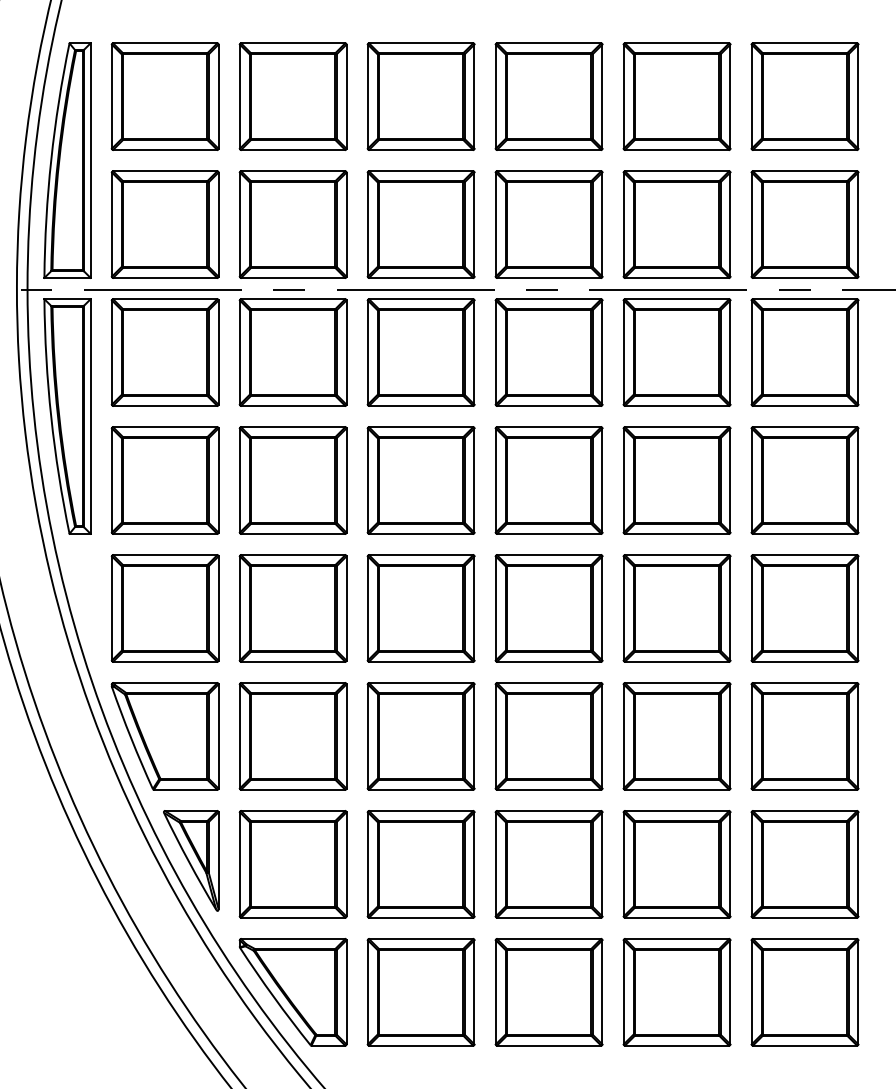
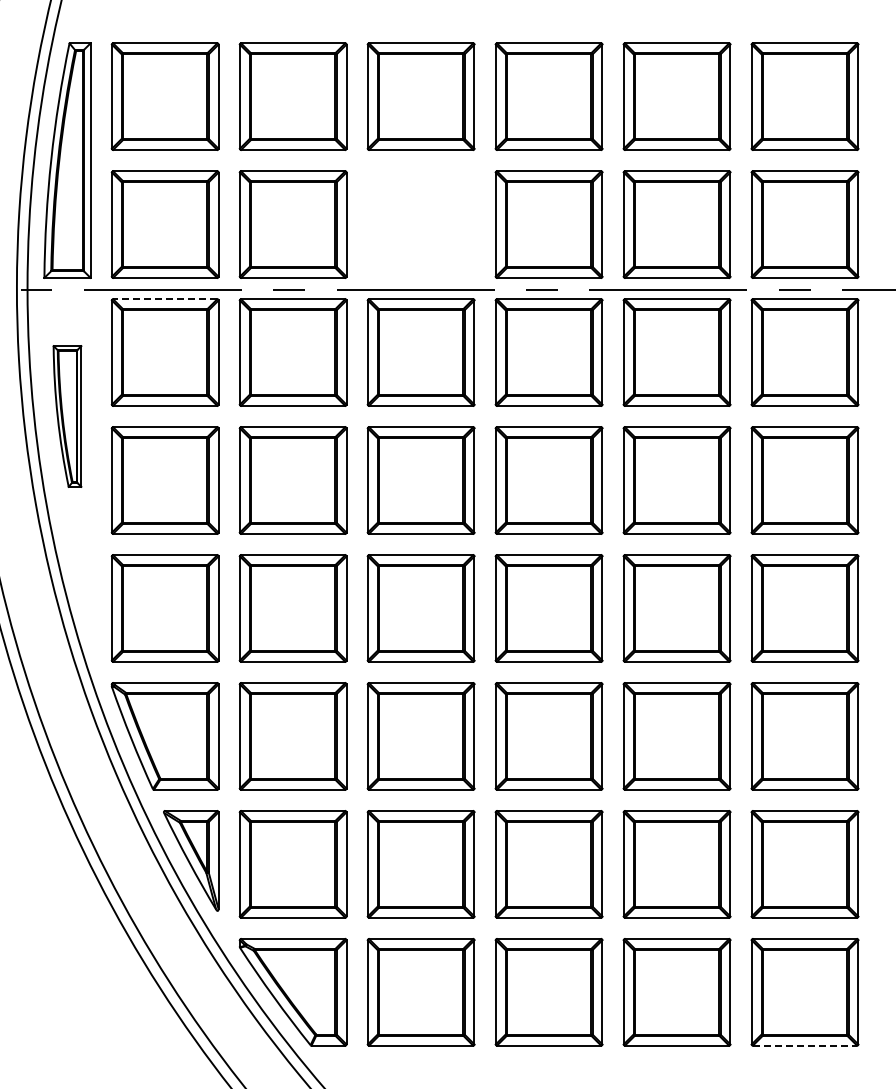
part at (420, 224): present -> none
line at (164, 299): solid -> dashed
part at (67, 416) size: 49x237 px -> 31x143 px
line at (805, 1045): solid -> dashed
